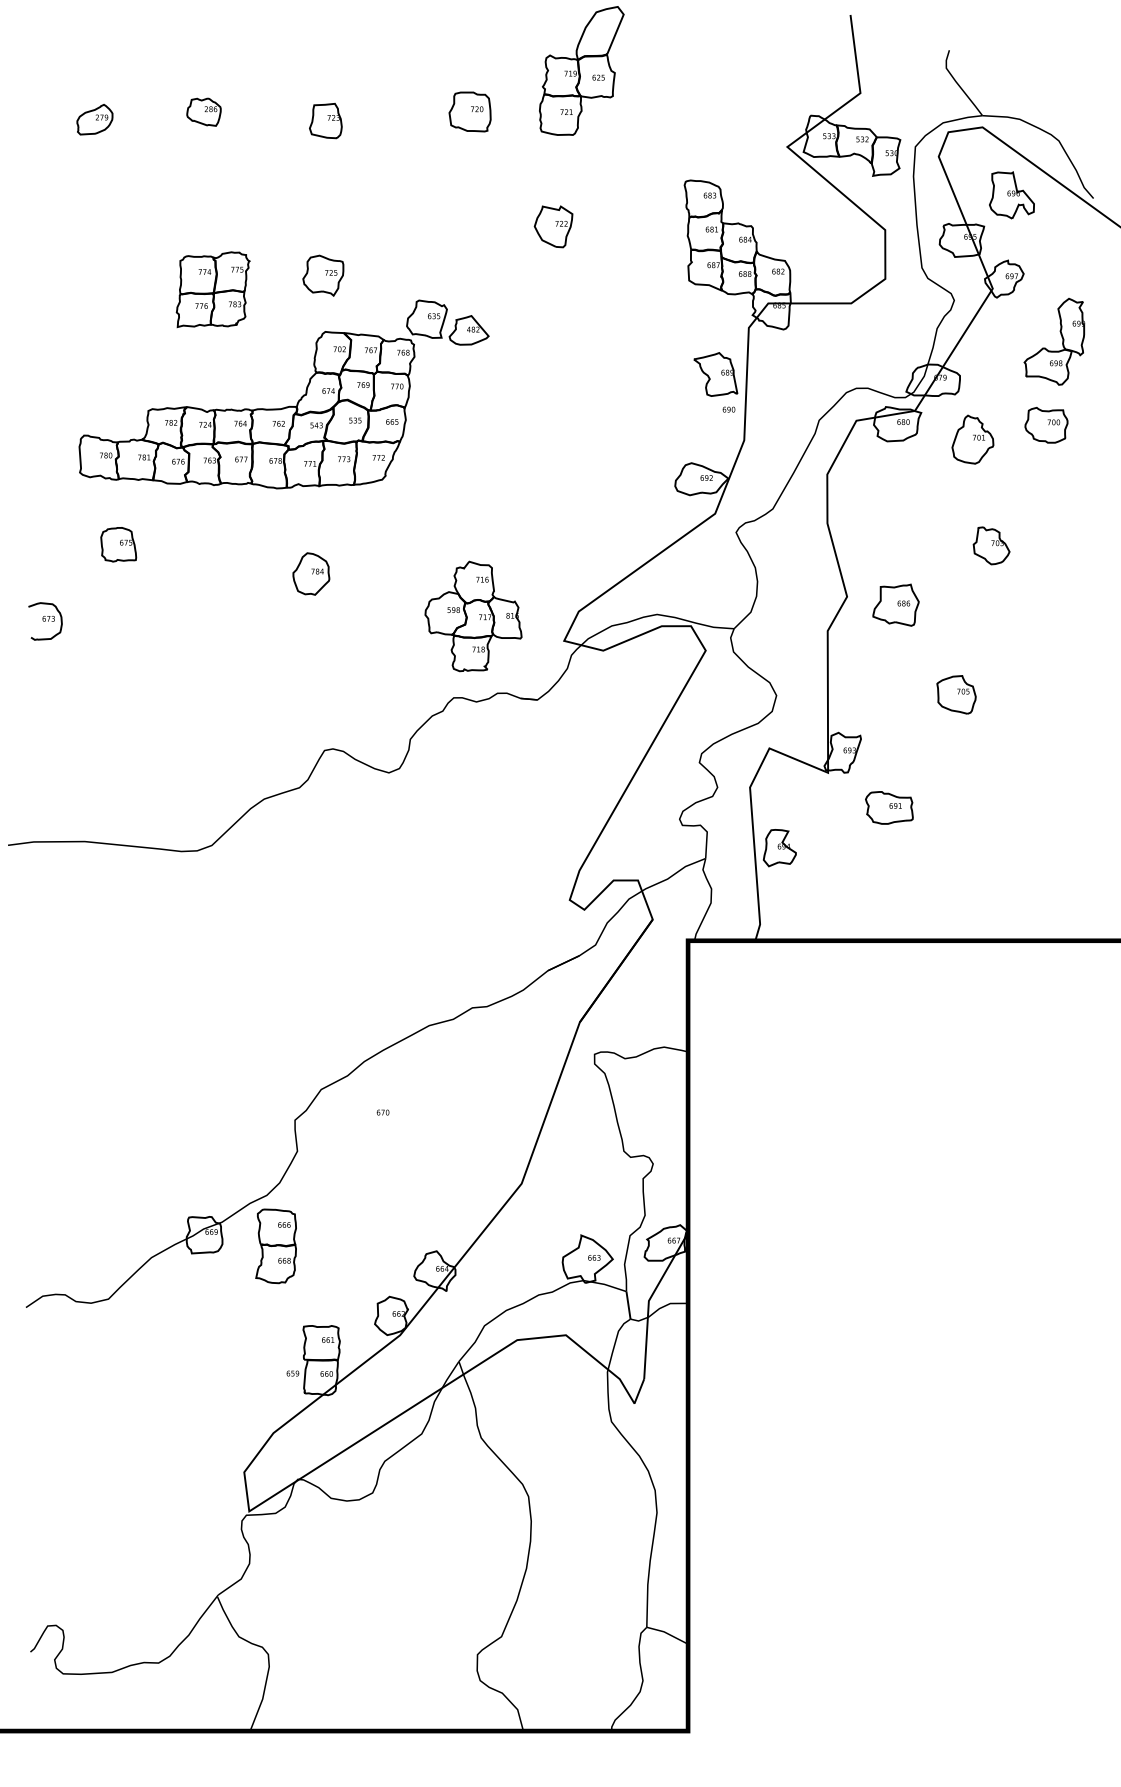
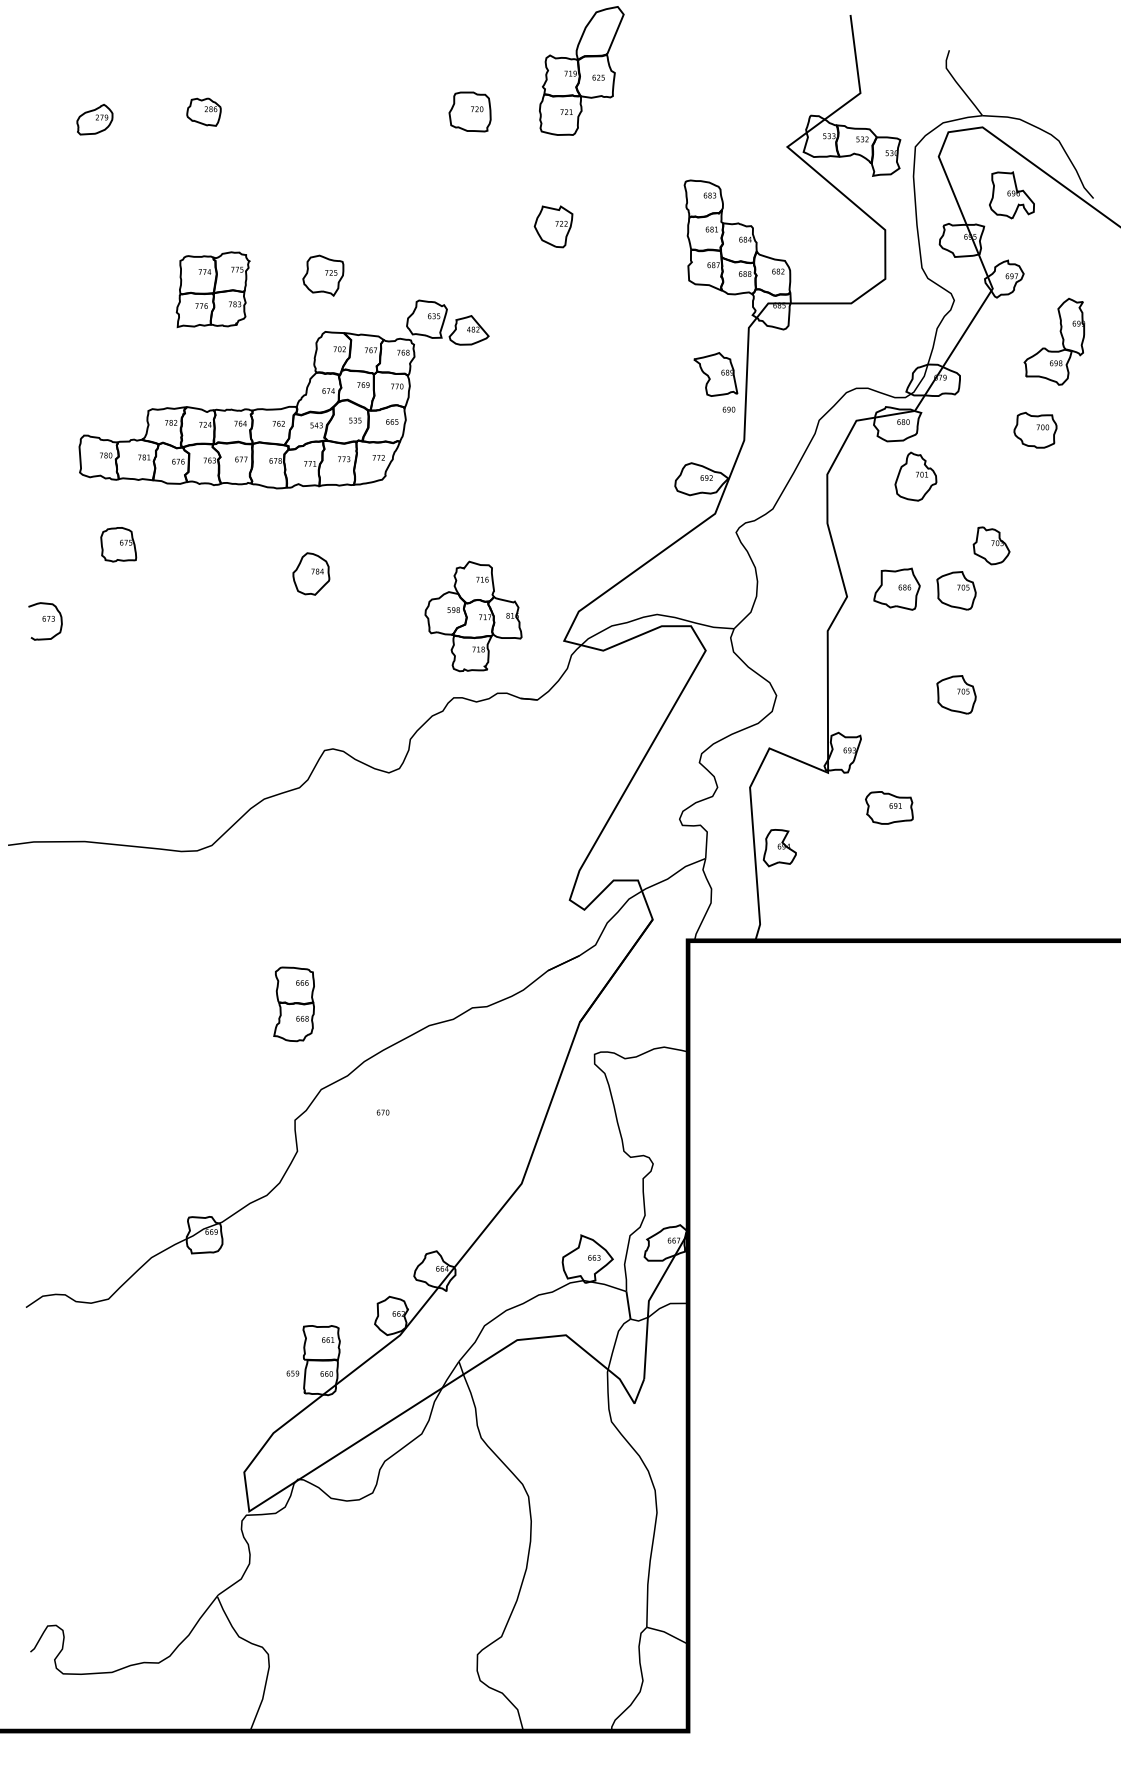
part at (325, 121): present -> none
part at (1046, 424) position: (1046, 424) -> (1035, 429)
part at (972, 439) position: (972, 439) -> (915, 476)
part at (956, 590): none -> present
part at (895, 604) position: (895, 604) -> (896, 588)
part at (275, 1246) position: (275, 1246) -> (293, 1004)
